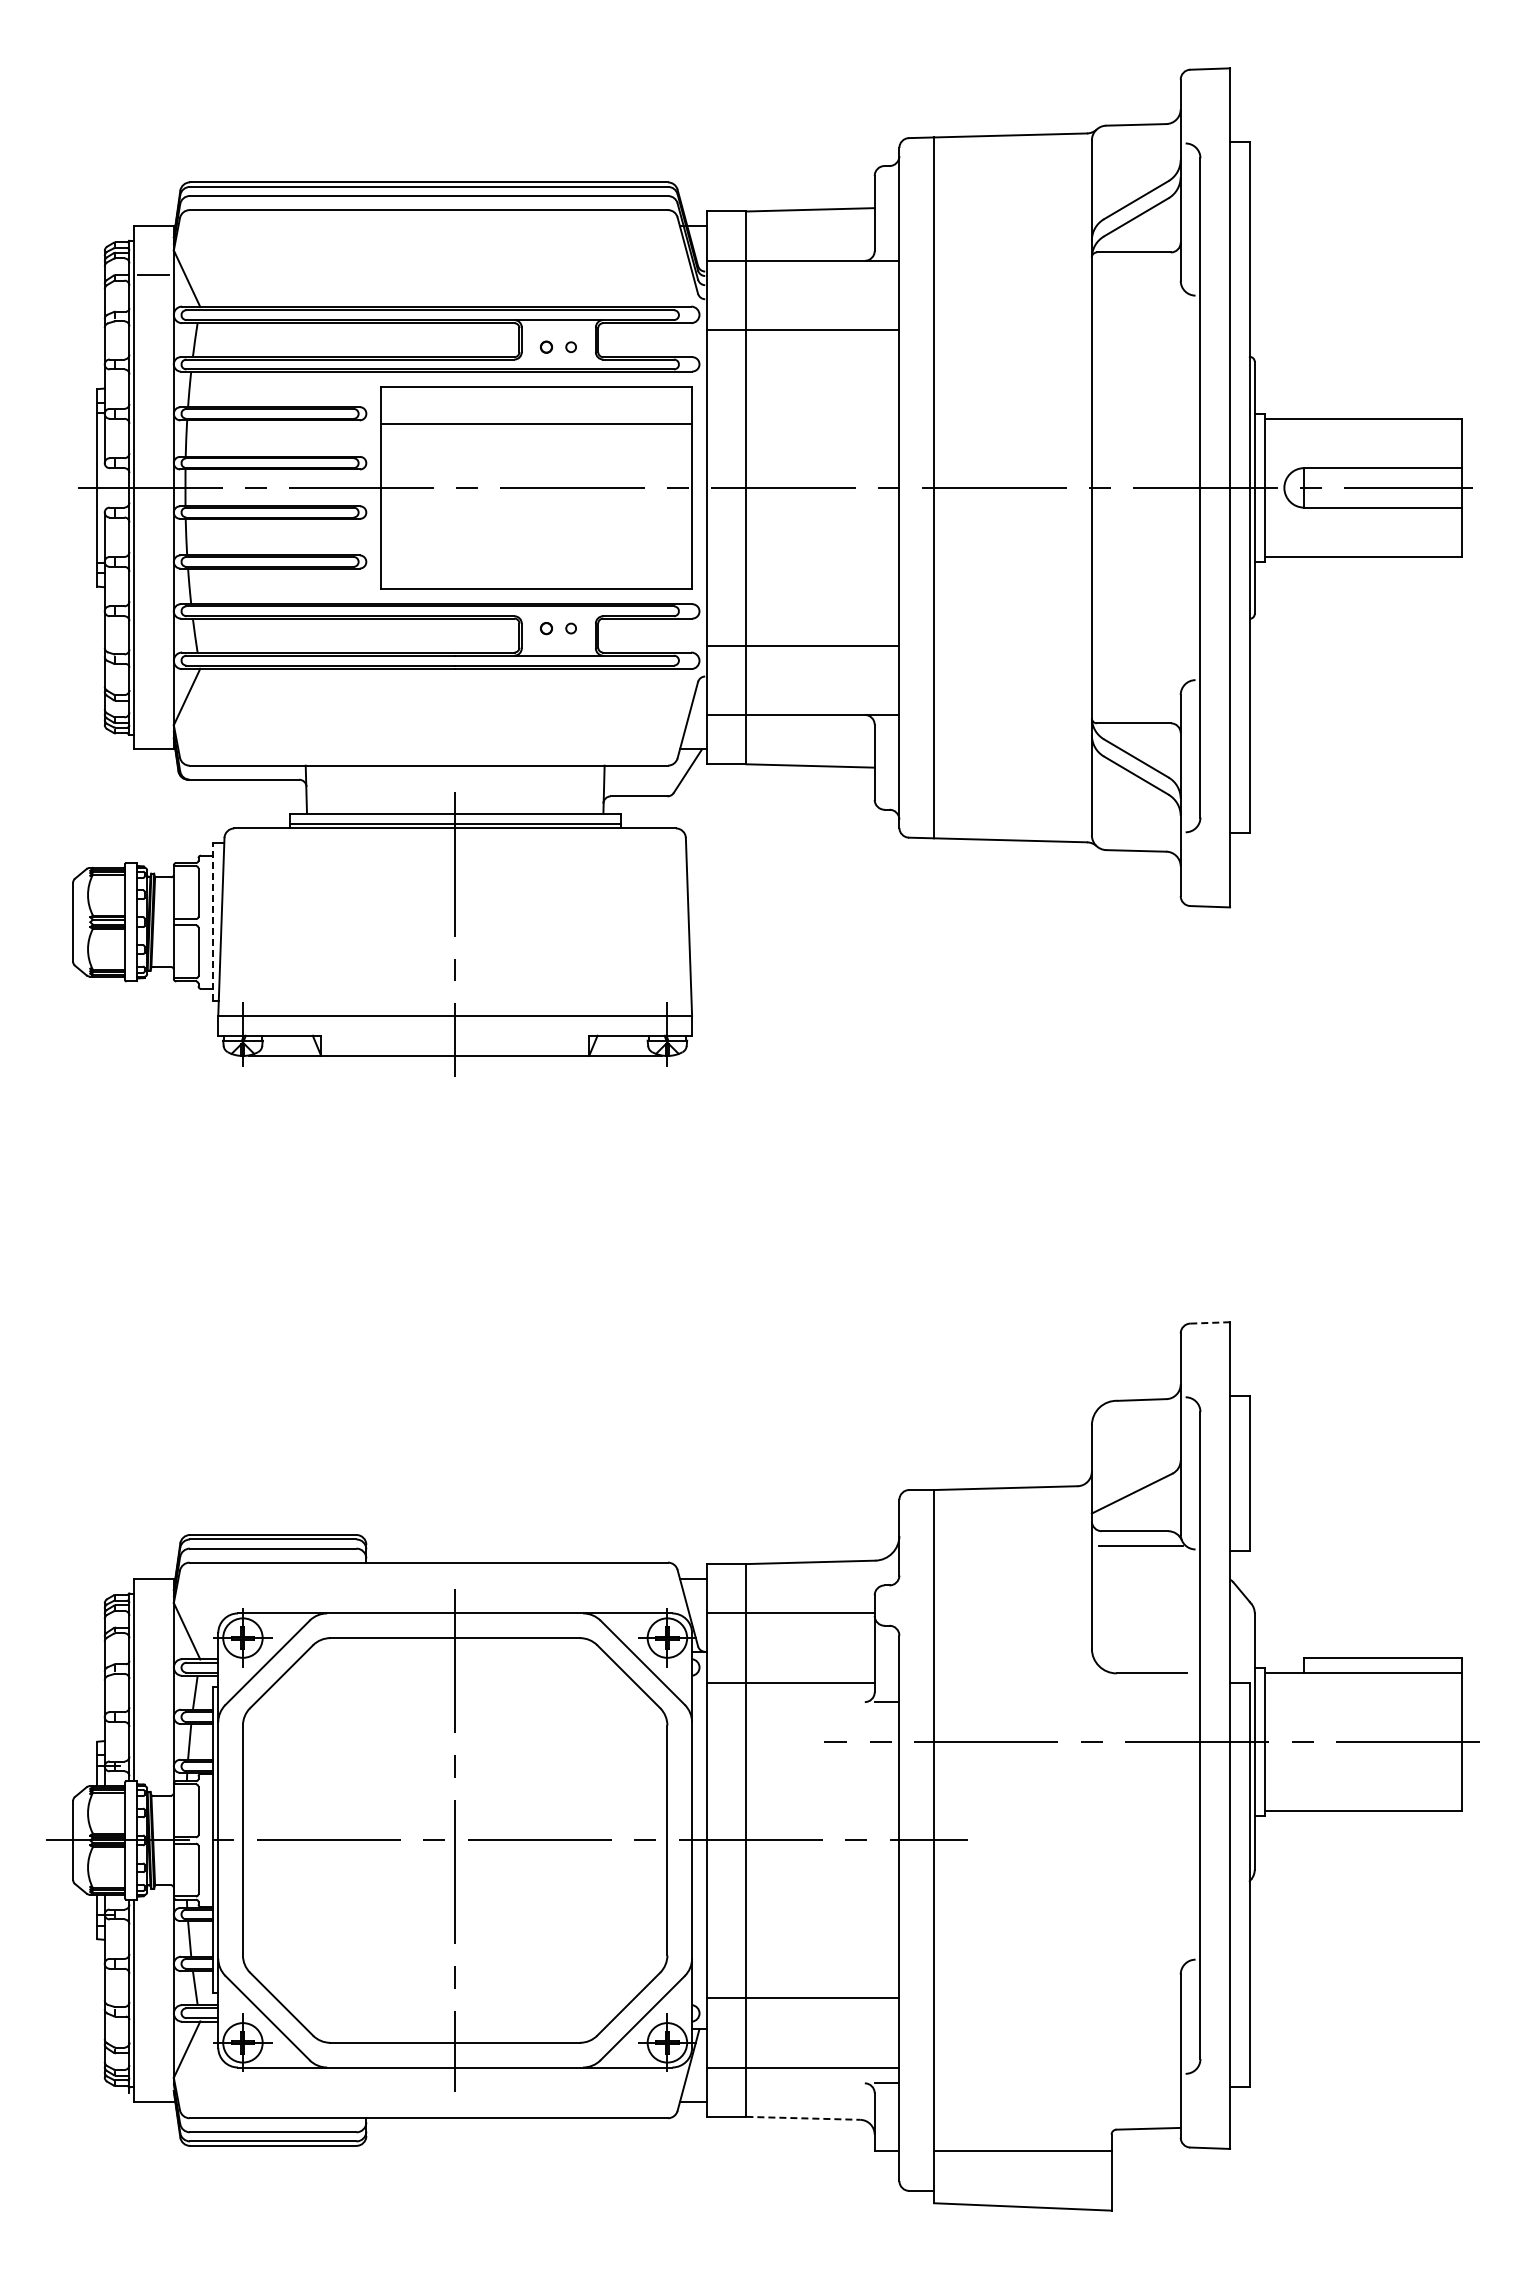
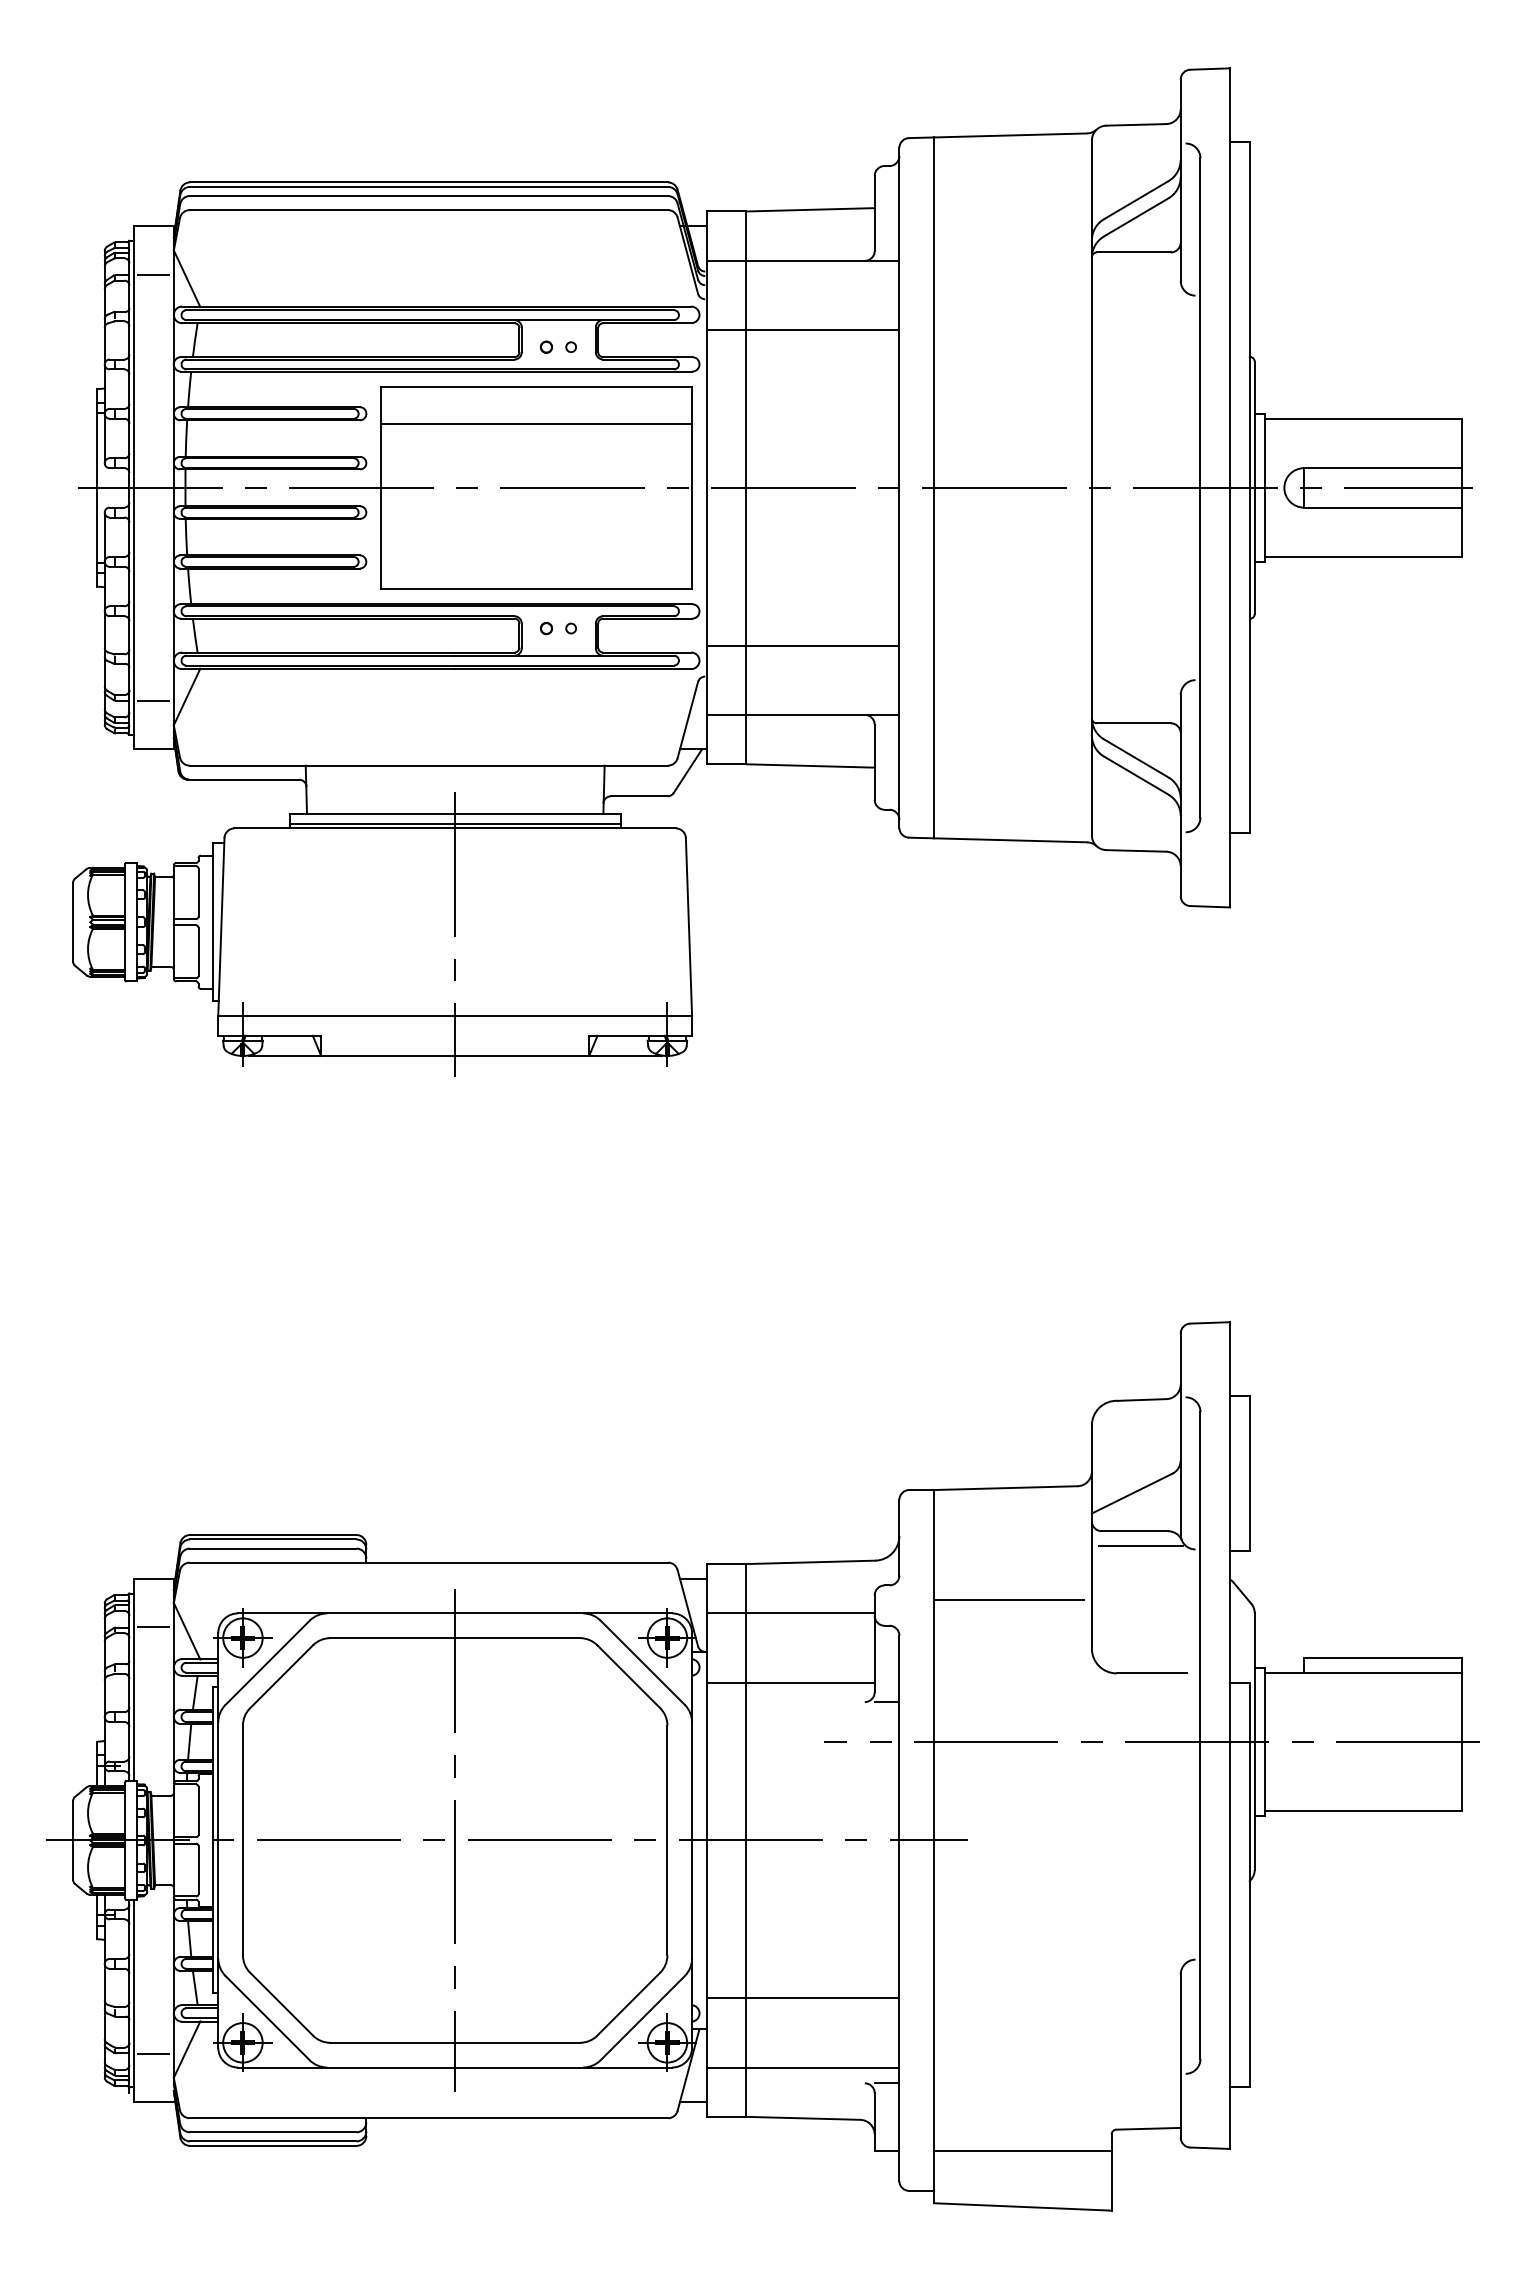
line at (152, 701): none -> present
line at (213, 922): dashed -> solid
line at (1210, 1322): dashed -> solid
line at (1008, 1599): none -> present
line at (152, 1627): none -> present
line at (152, 2053): none -> present
line at (803, 2118): dashed -> solid
